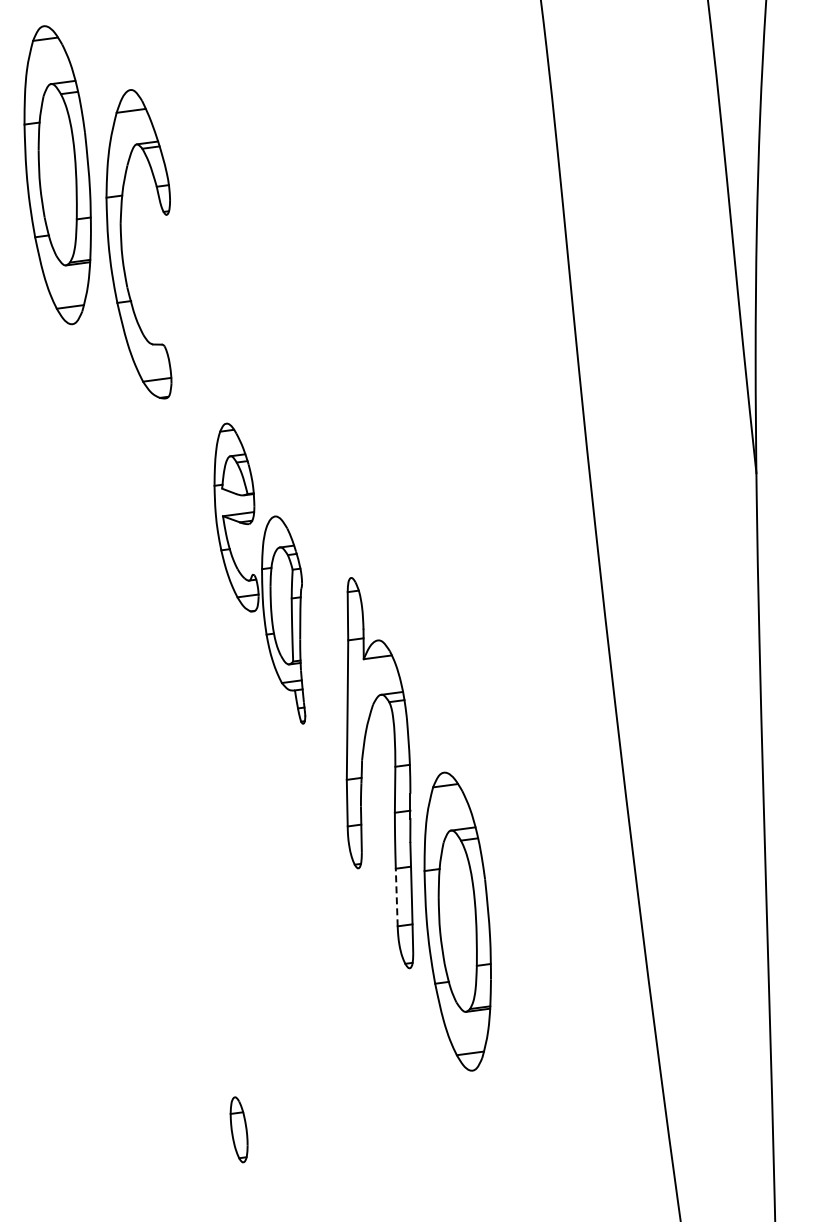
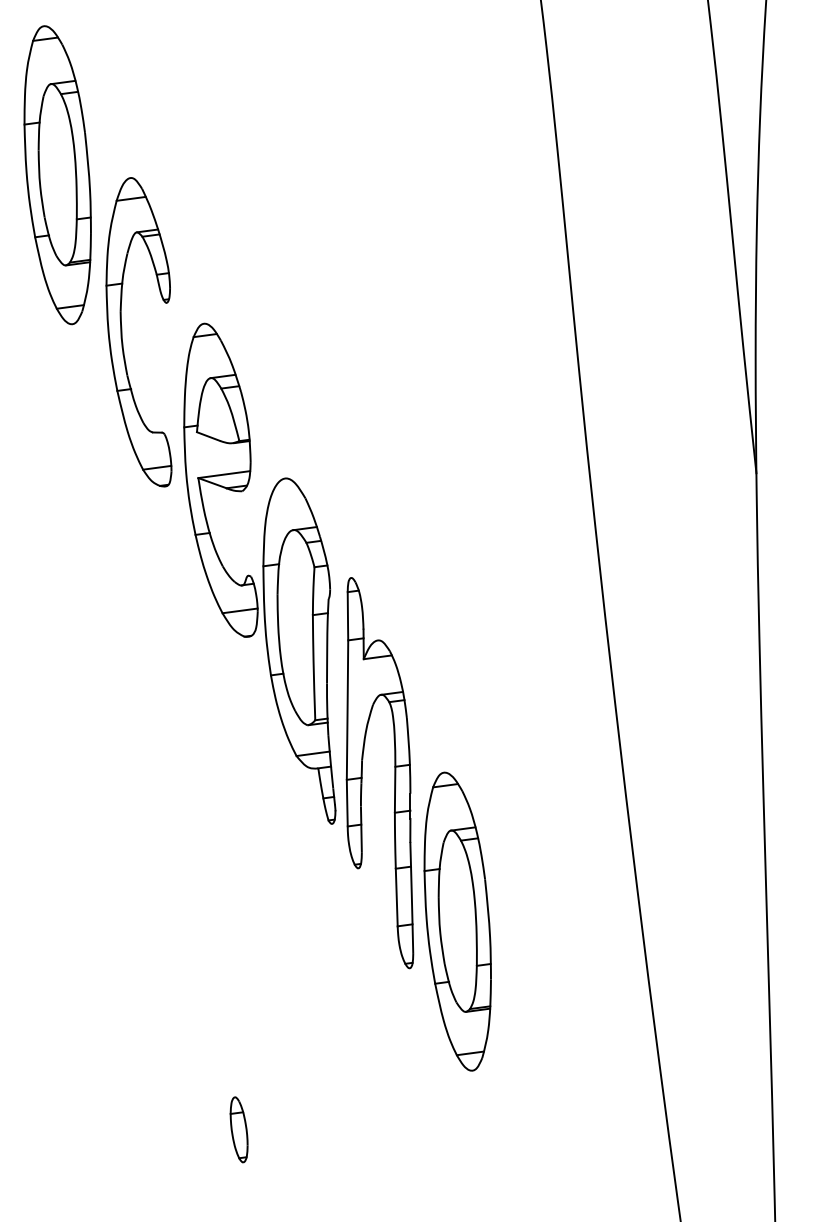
part at (122, 244) position: (122, 244) -> (122, 332)
part at (259, 573) size: 94x303 px -> 154x503 px
line at (396, 897): dashed -> solid
